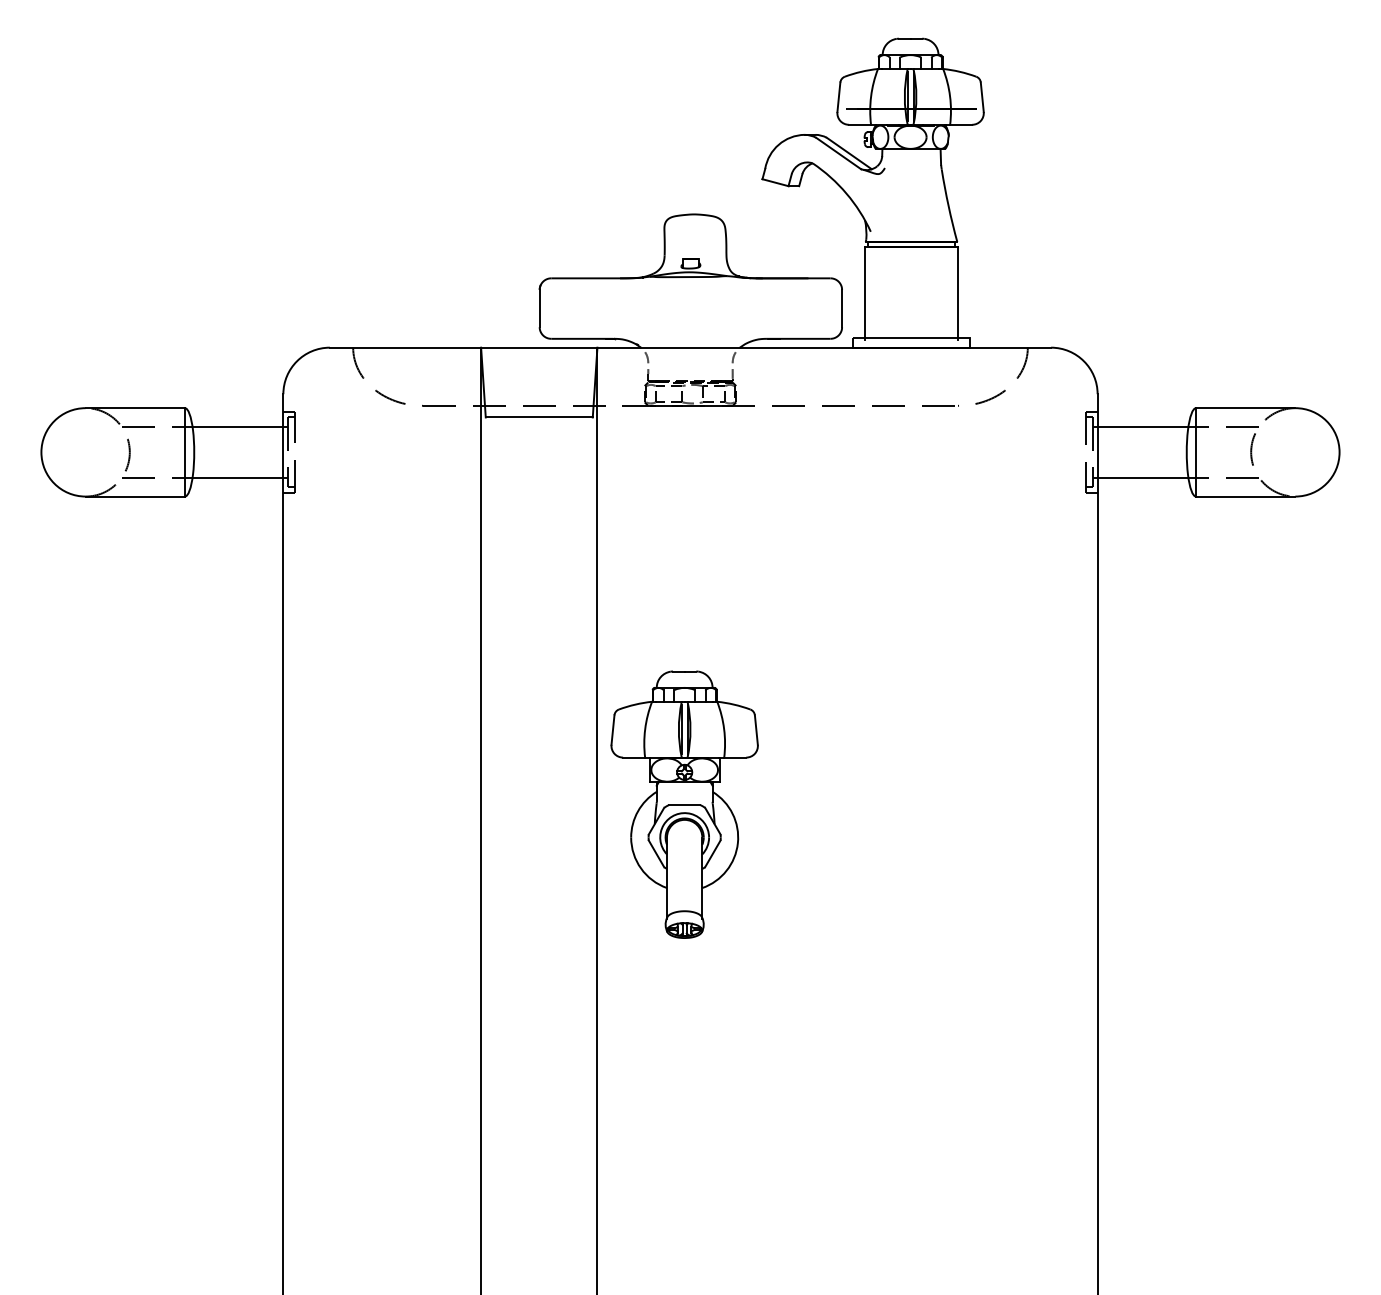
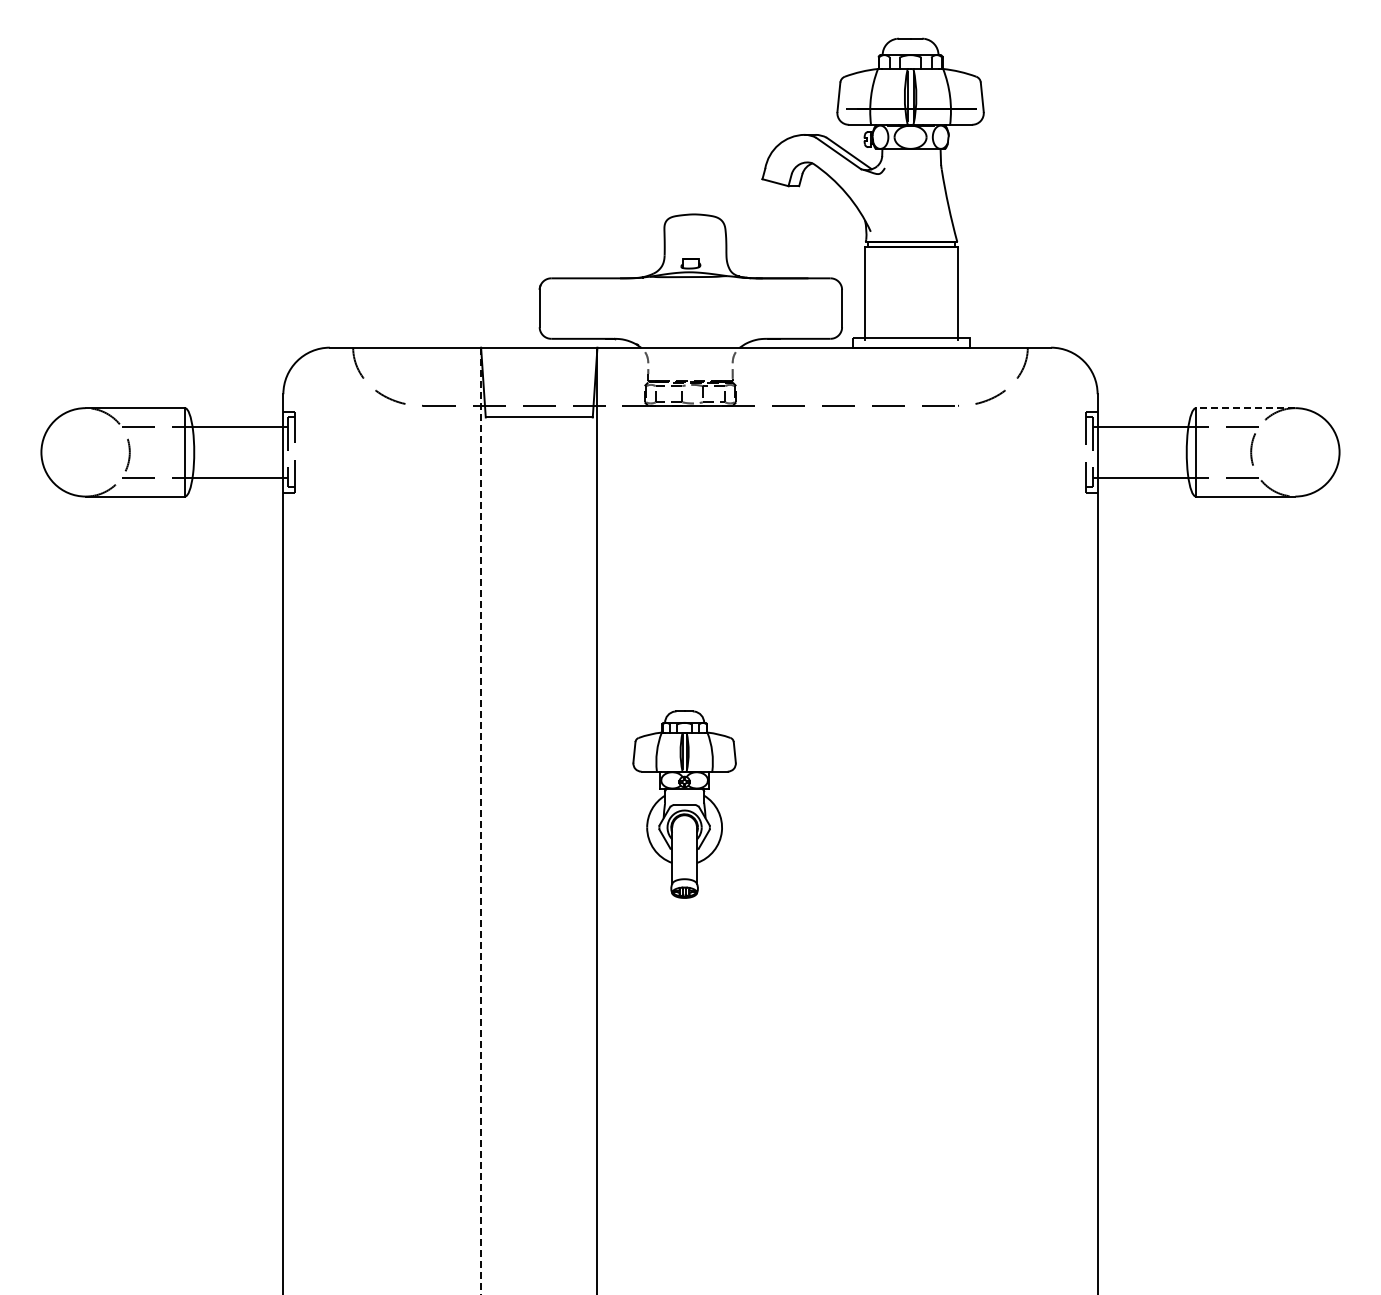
line at (1245, 408): solid -> dashed
part at (684, 804) size: 149x269 px -> 105x189 px
line at (481, 821): solid -> dashed
